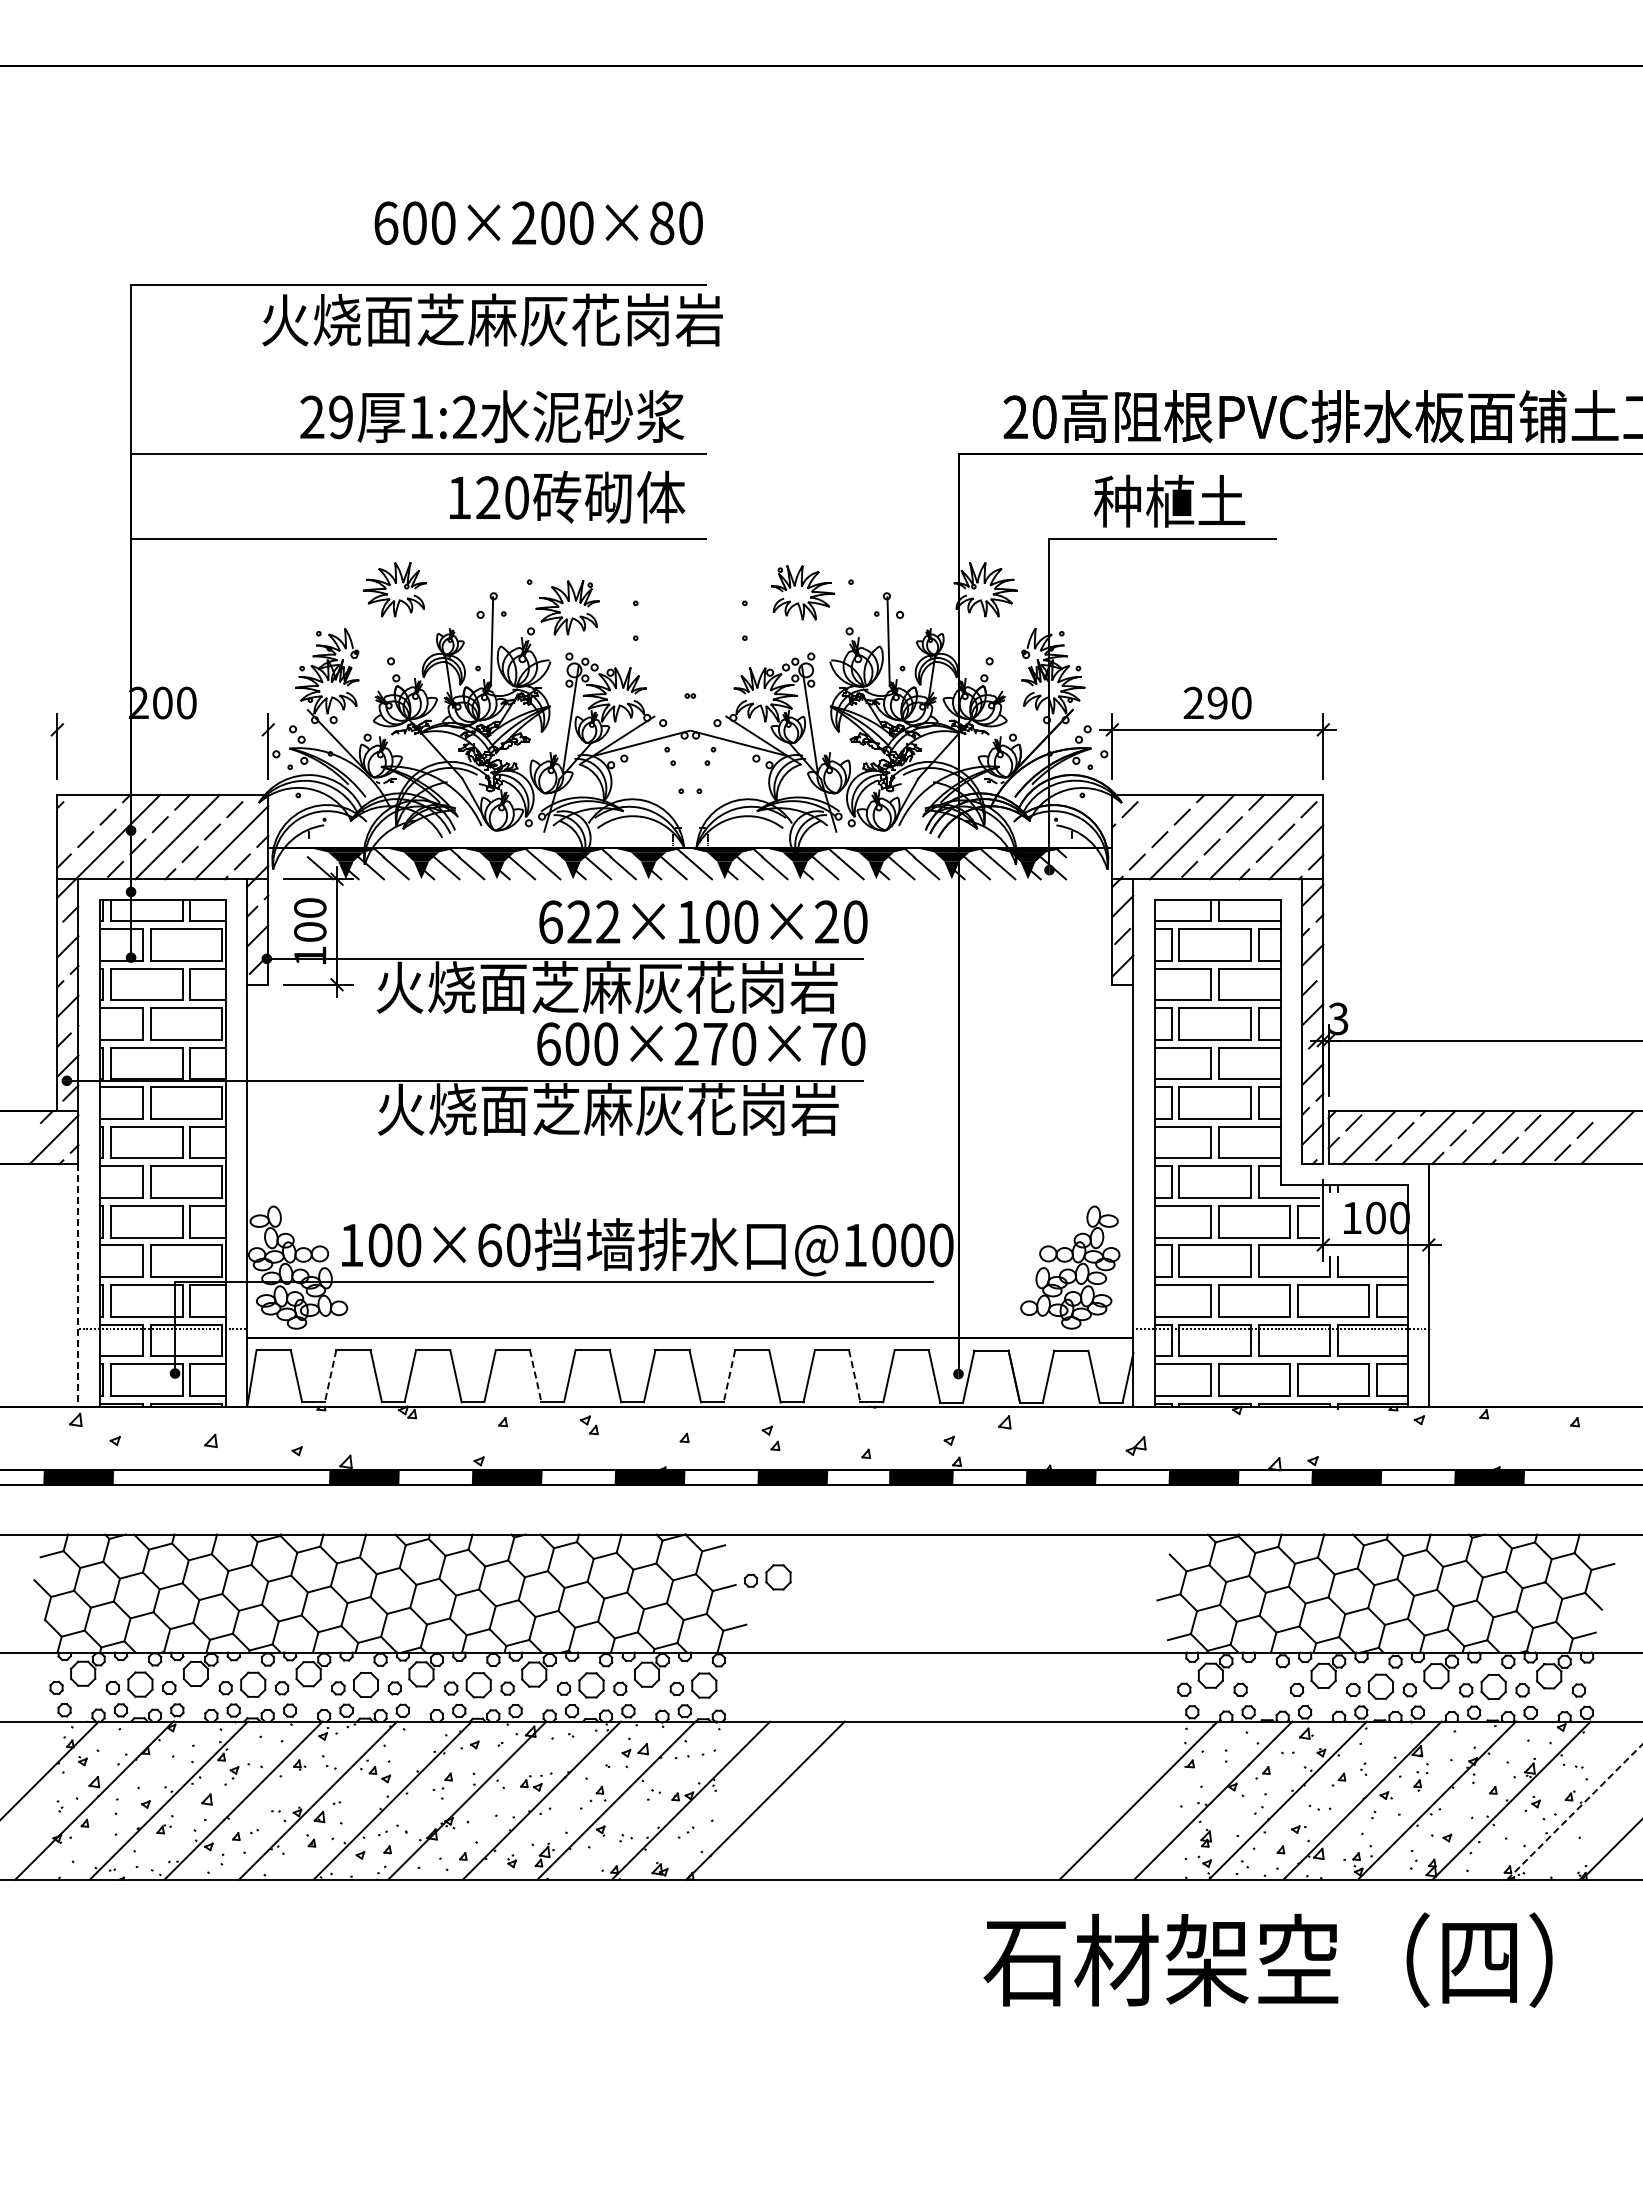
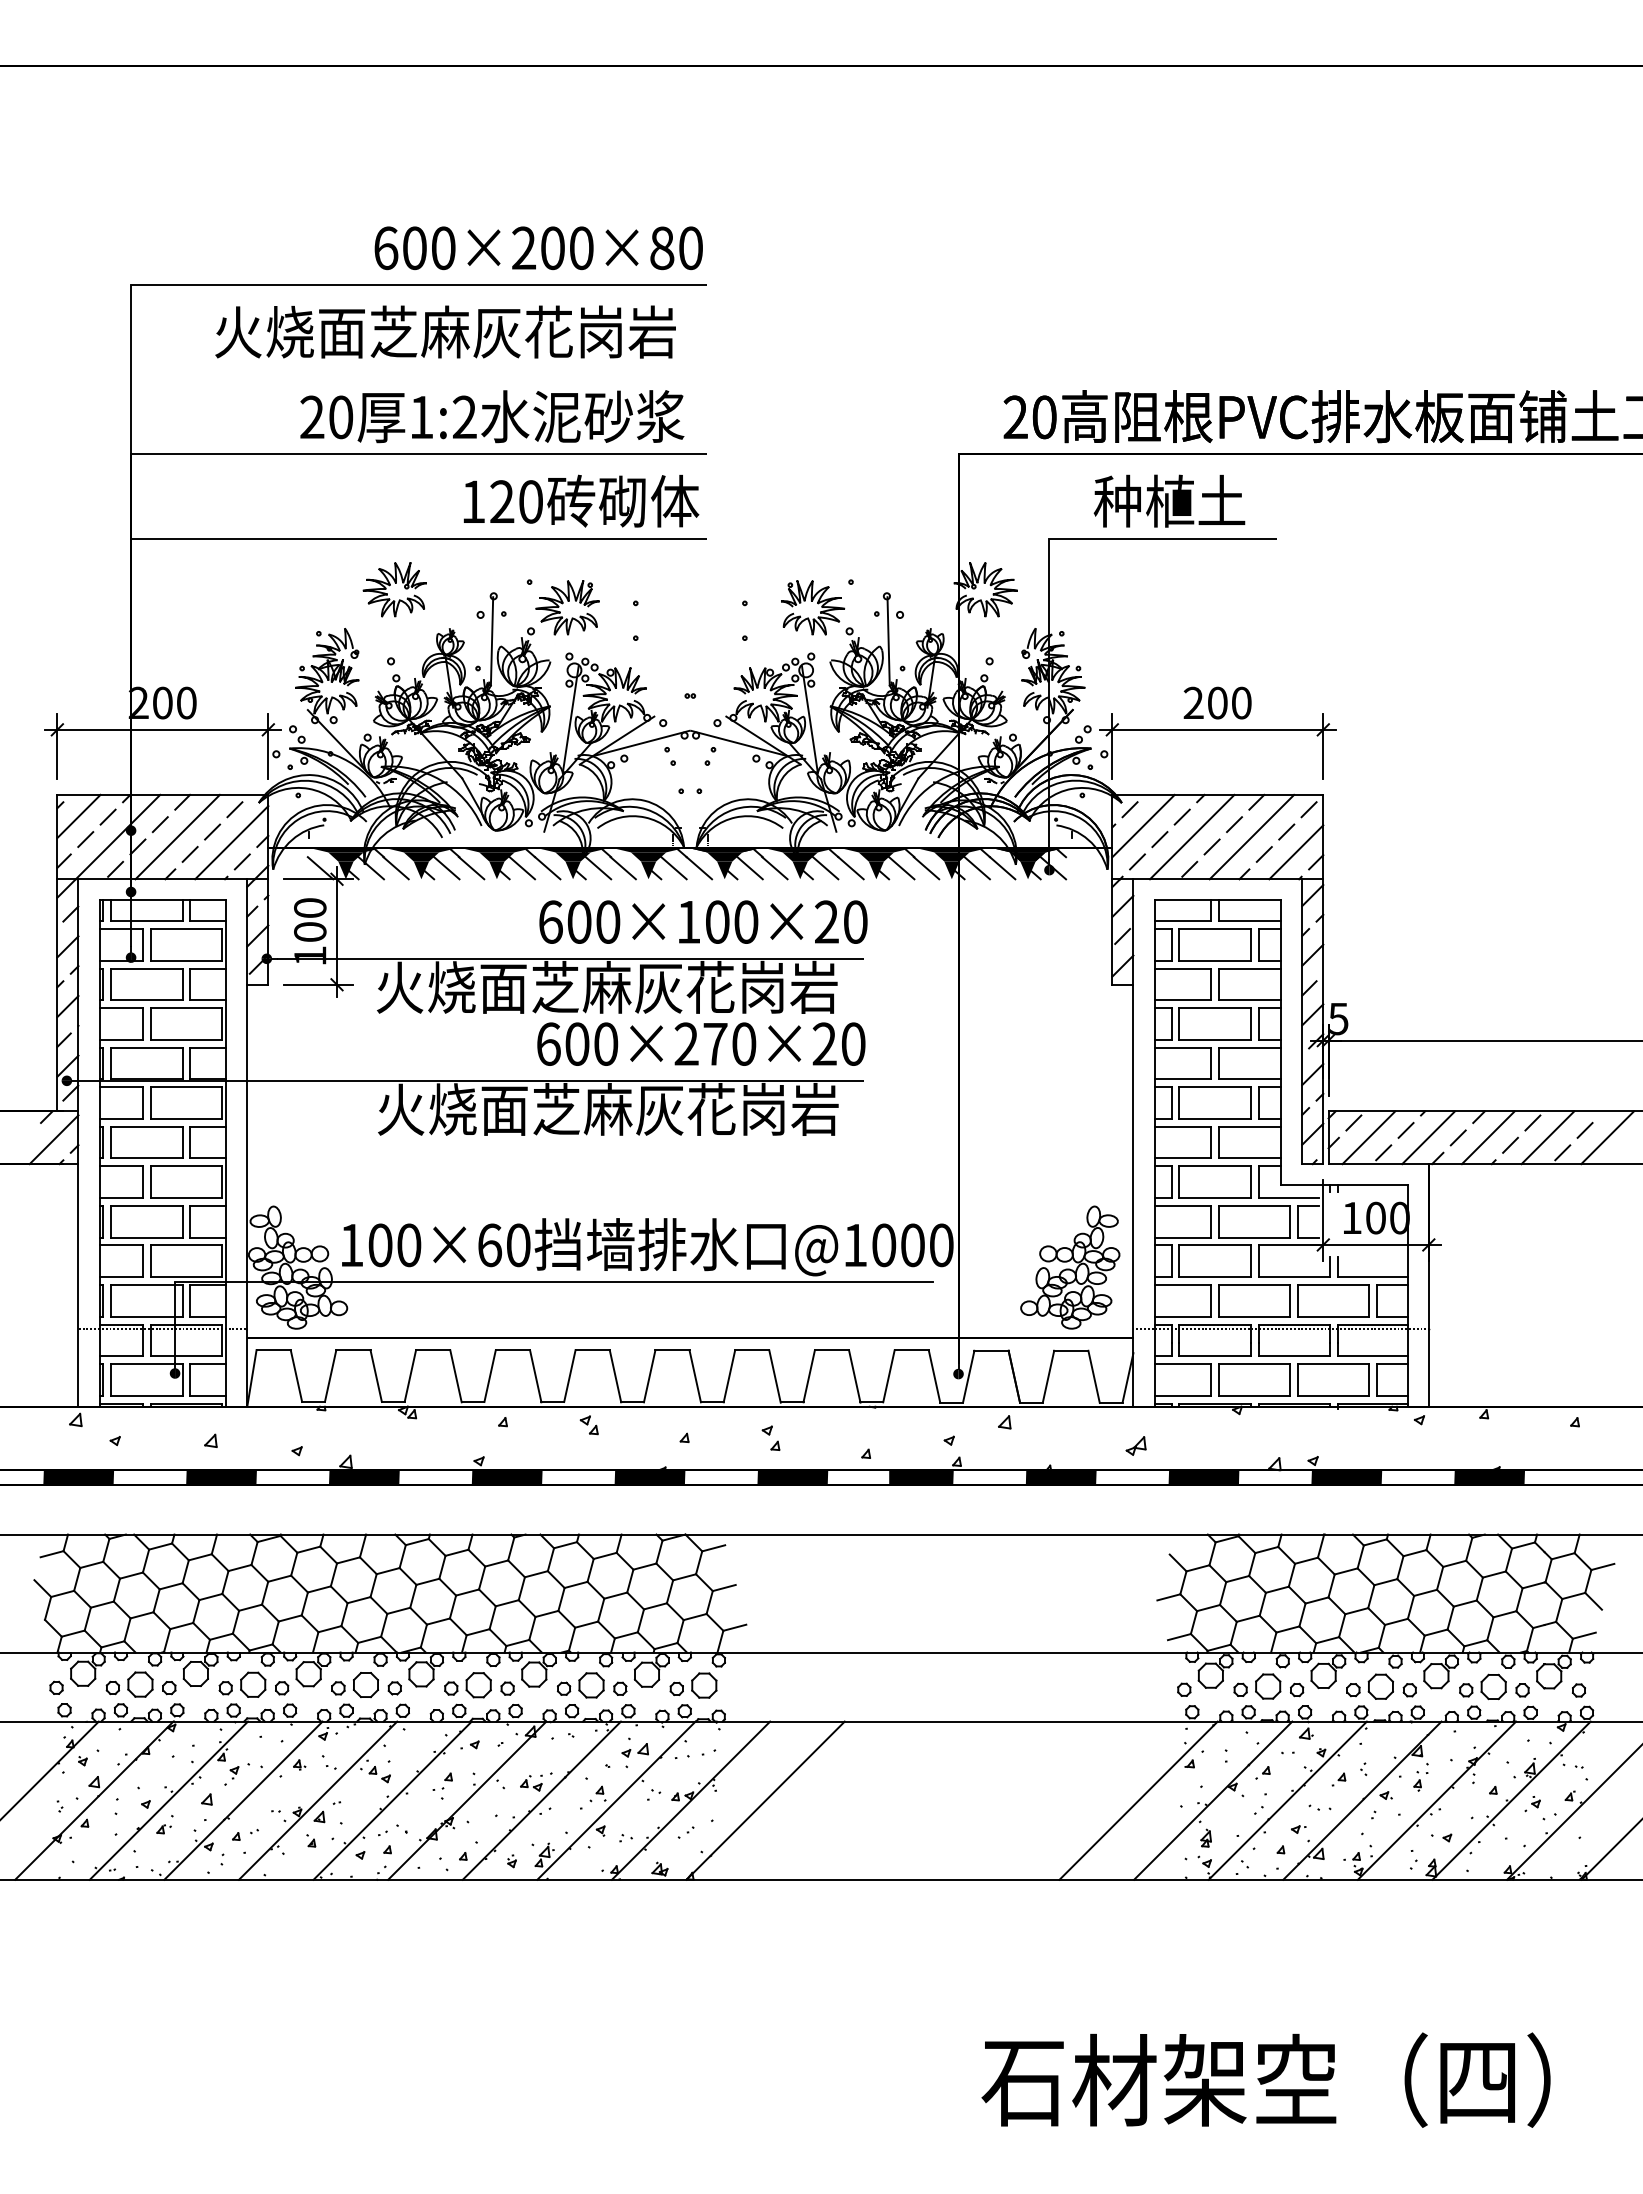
text at (538, 223) position: (538, 223) -> (538, 248)
text at (492, 319) position: (492, 319) -> (445, 331)
text at (341, 417): 29 -> 20
text at (567, 496) position: (567, 496) -> (581, 500)
part at (803, 592) position: (803, 592) -> (813, 607)
text at (1217, 702): 290 -> 200
line at (162, 729): none -> present
line at (78, 816): none -> present
line at (1143, 825): none -> present
text at (593, 921): 622×100×20 -> 600×100×20
text at (1338, 1018): 3 -> 5
text at (824, 1043): 600×270×70 -> 600×270×20
line at (78, 1285): dashed -> solid
line at (330, 1376): dashed -> solid
line at (535, 1376): dashed -> solid
line at (729, 1376): dashed -> solid
line at (854, 1376): dashed -> solid
fill at (221, 1477): none -> present
part at (767, 1577): present -> none
part at (1268, 1686): none -> present
line at (1574, 1812): dashed -> solid
text at (1267, 1959) position: (1267, 1959) -> (1265, 2079)
